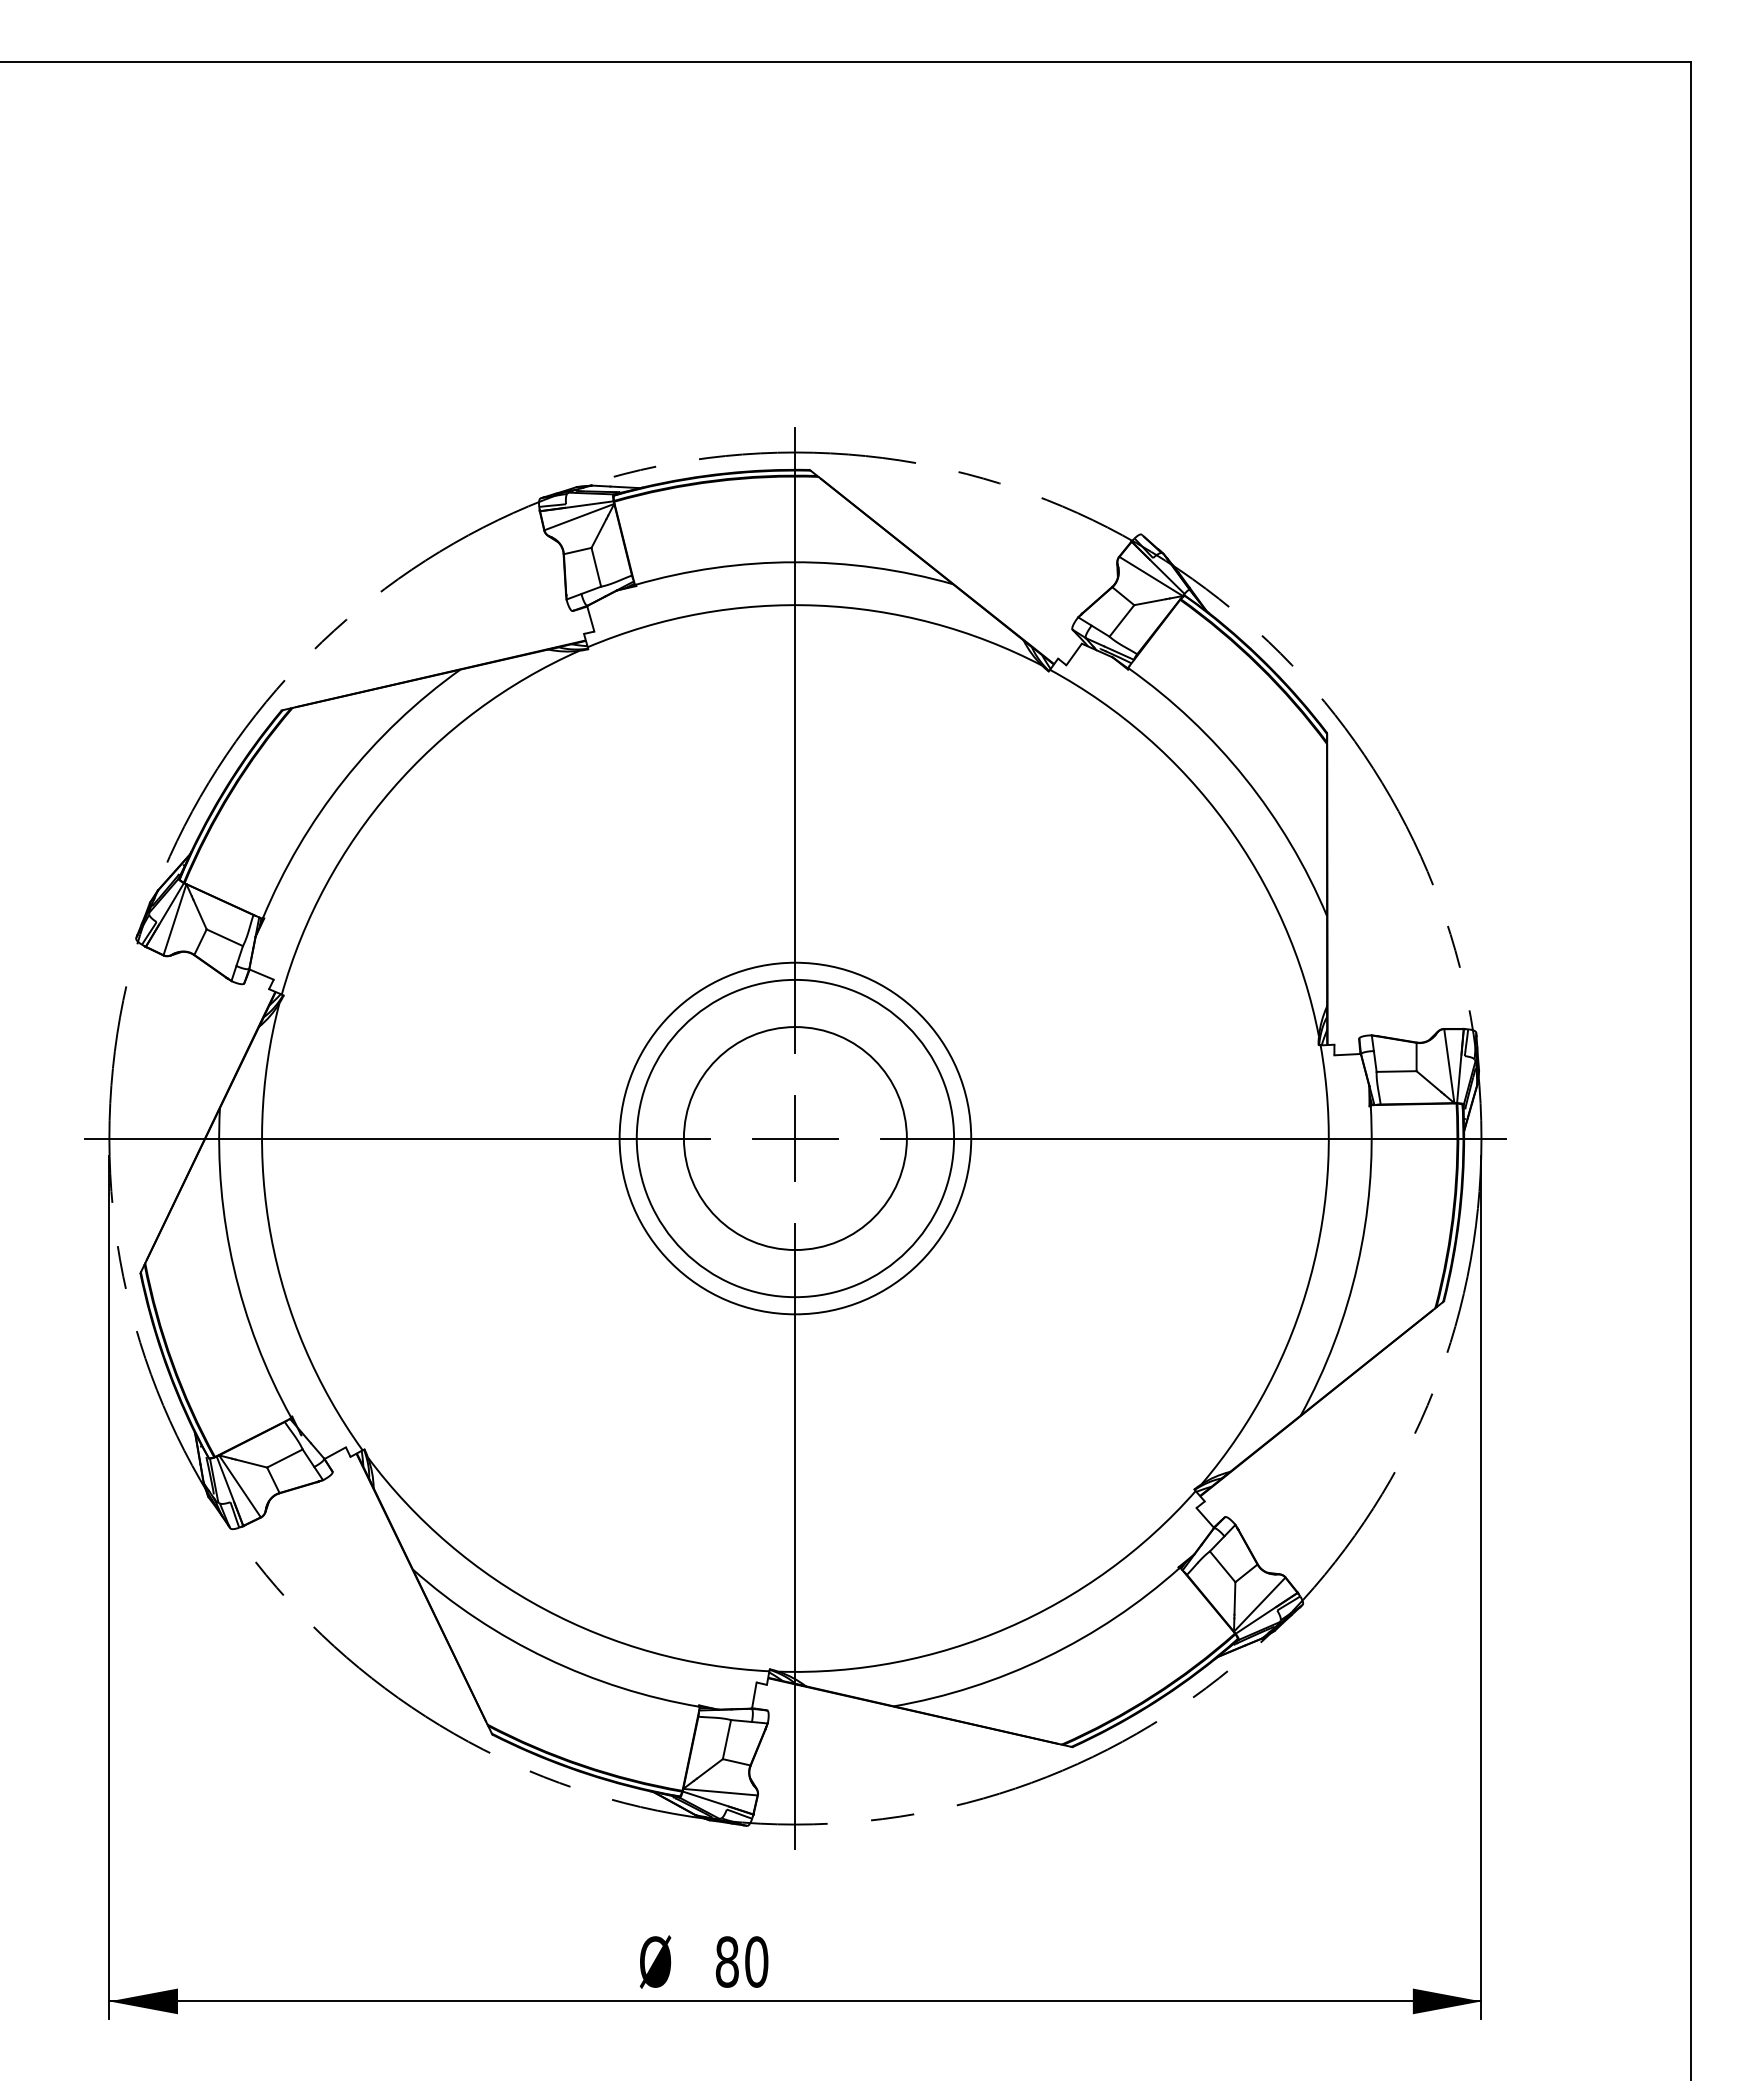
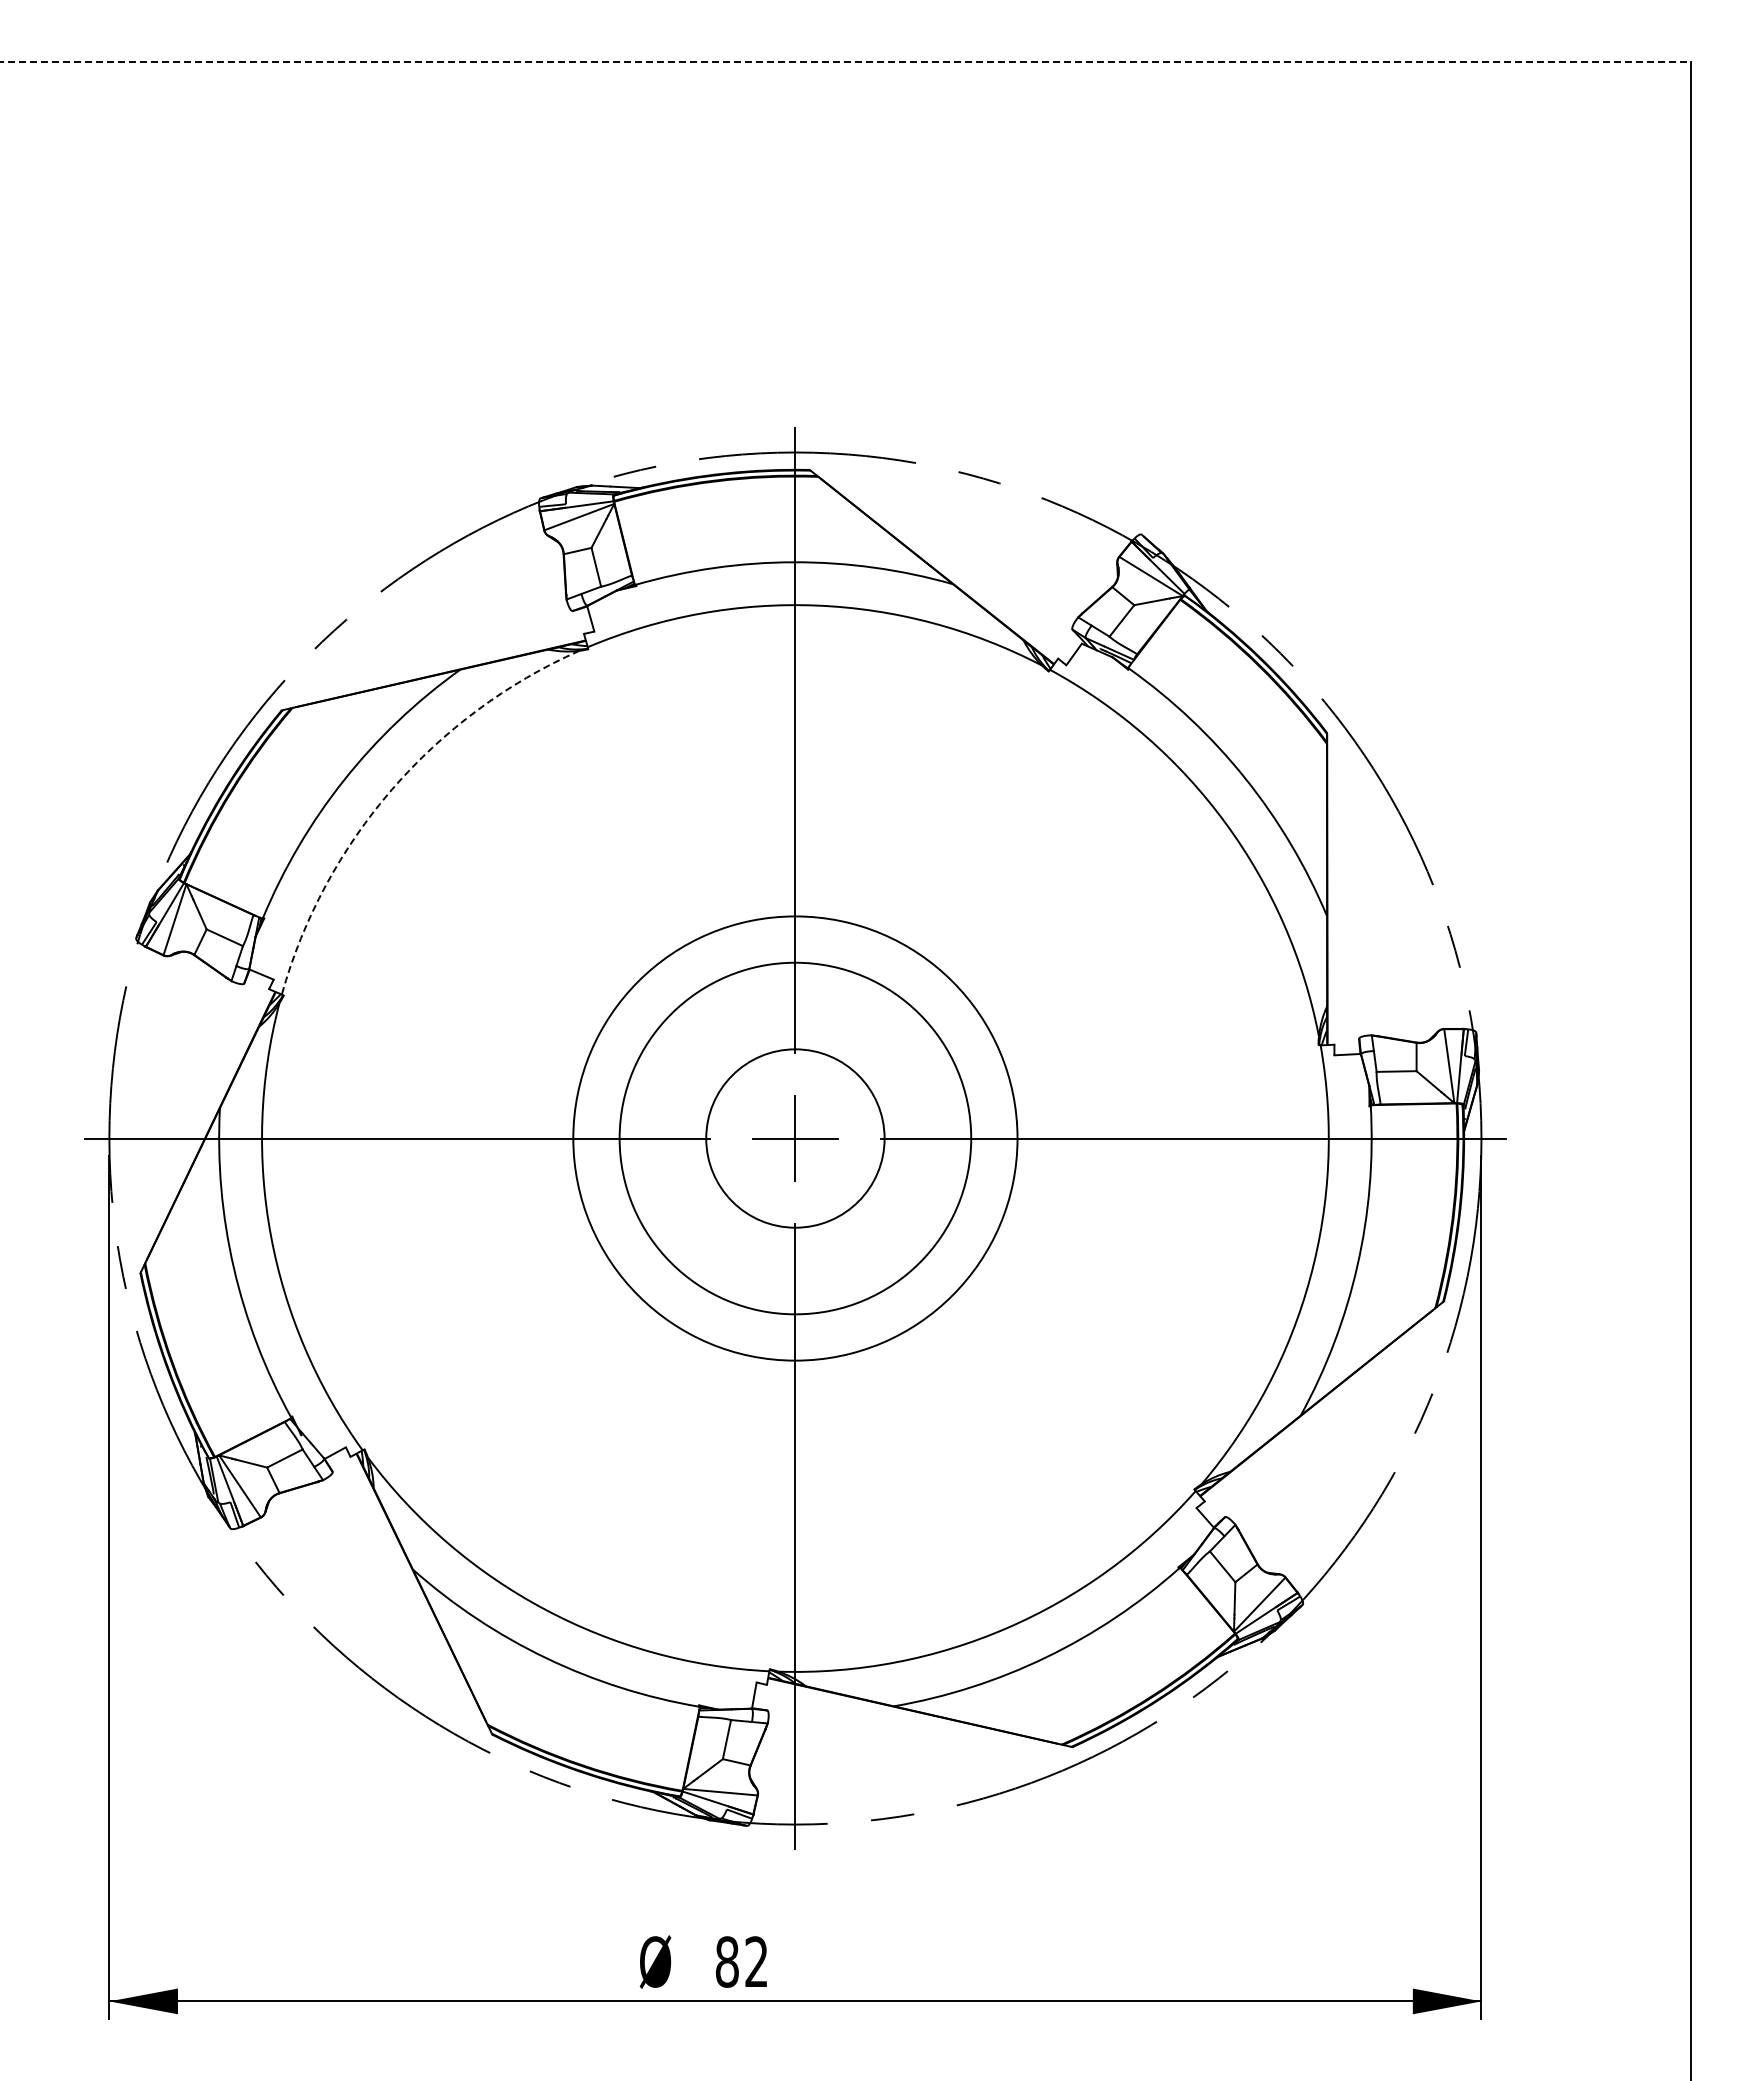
line at (846, 62): solid -> dashed
arc at (392, 789): solid -> dashed
circle at (794, 1138) diameter: 223 px -> 178 px
circle at (795, 1138) diameter: 317 px -> 444 px
text at (756, 1961): 80 -> 82
